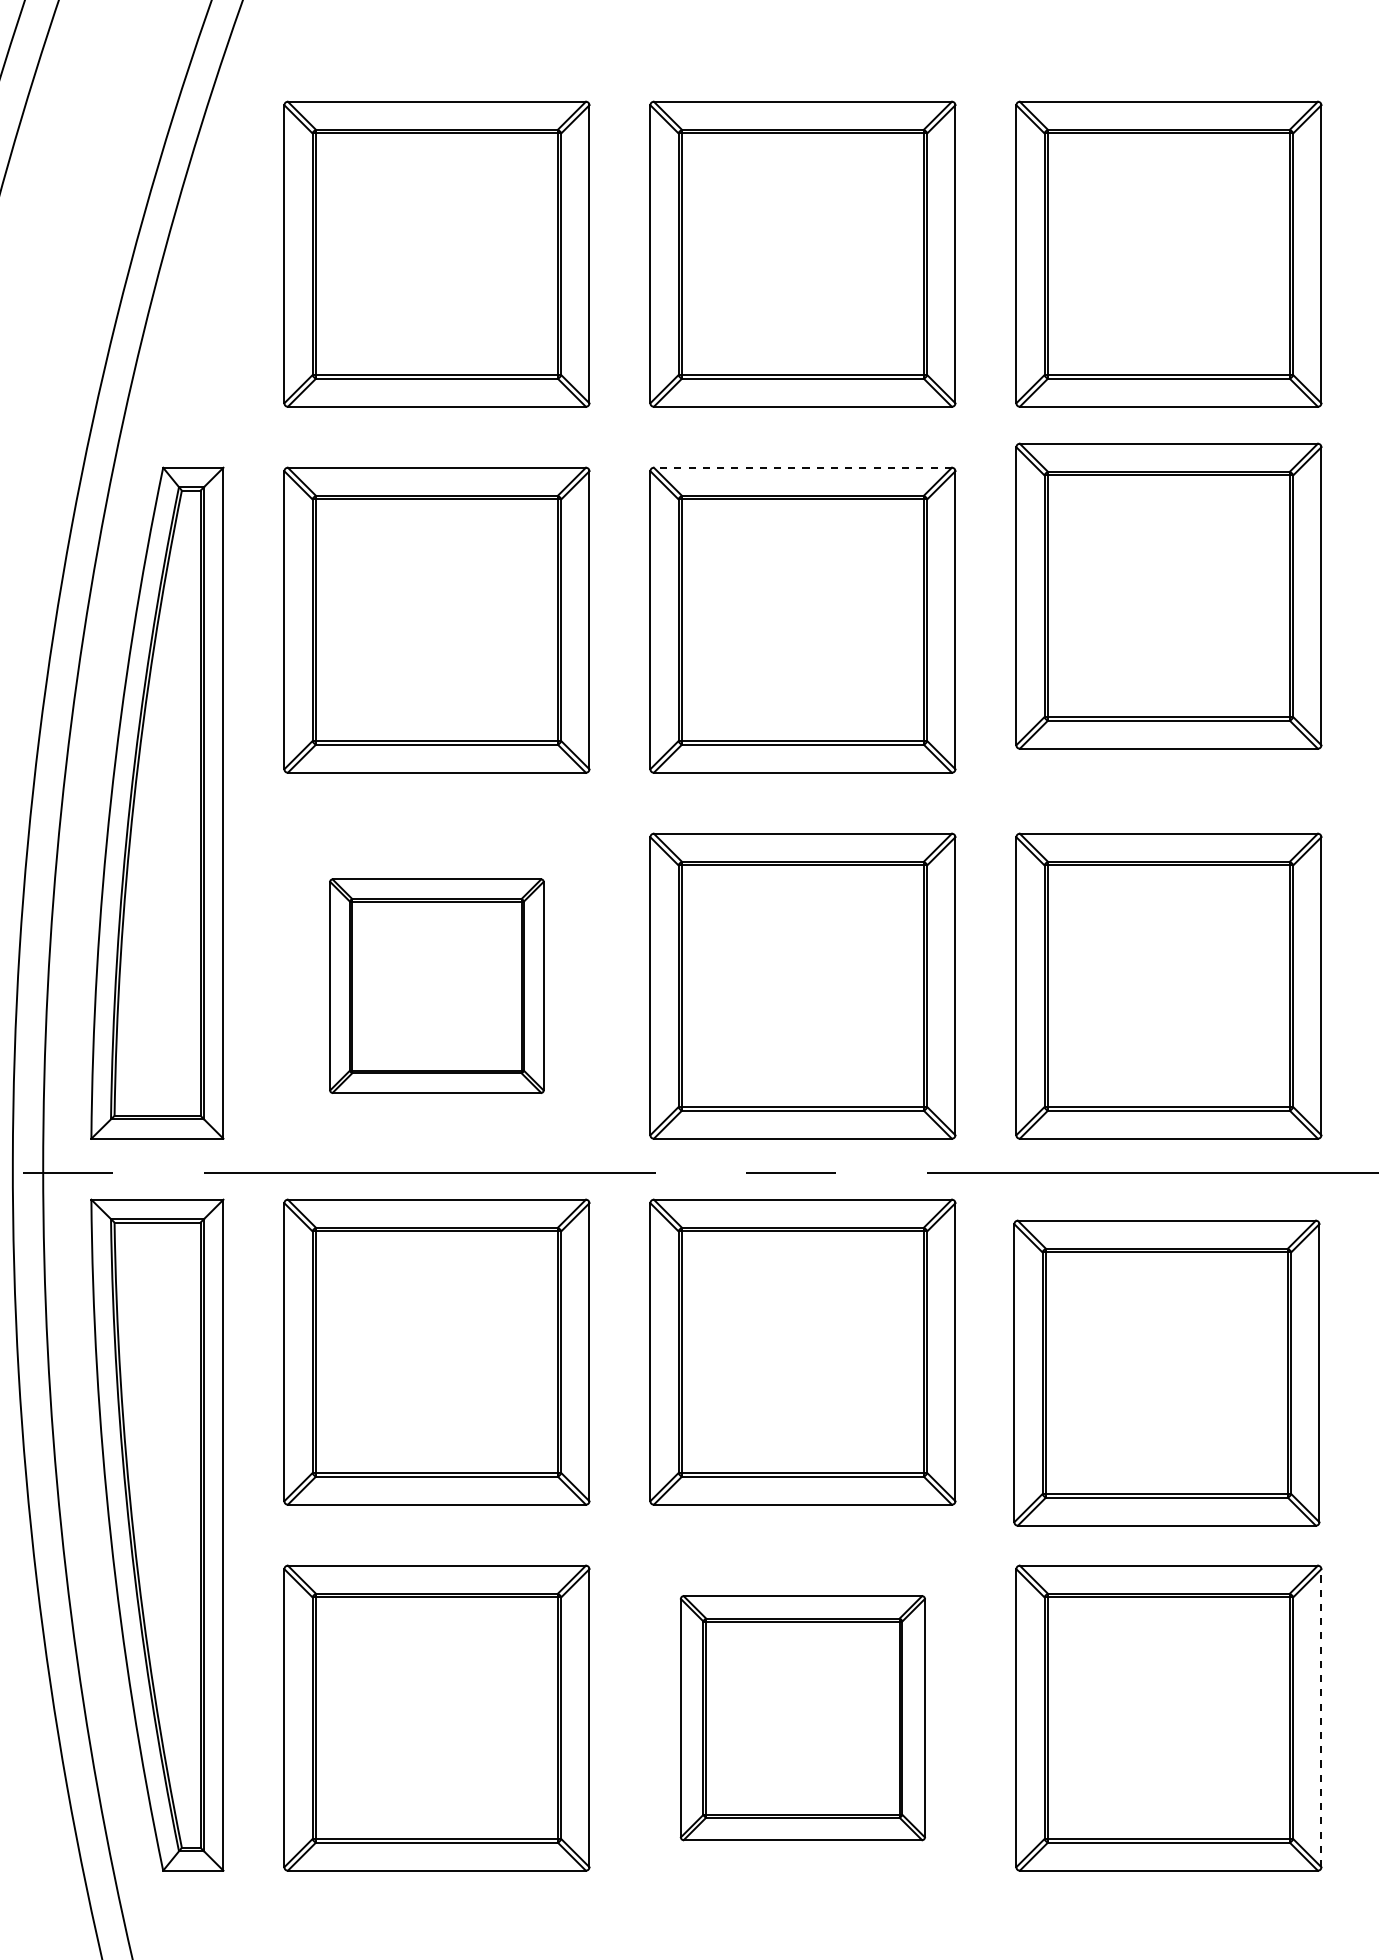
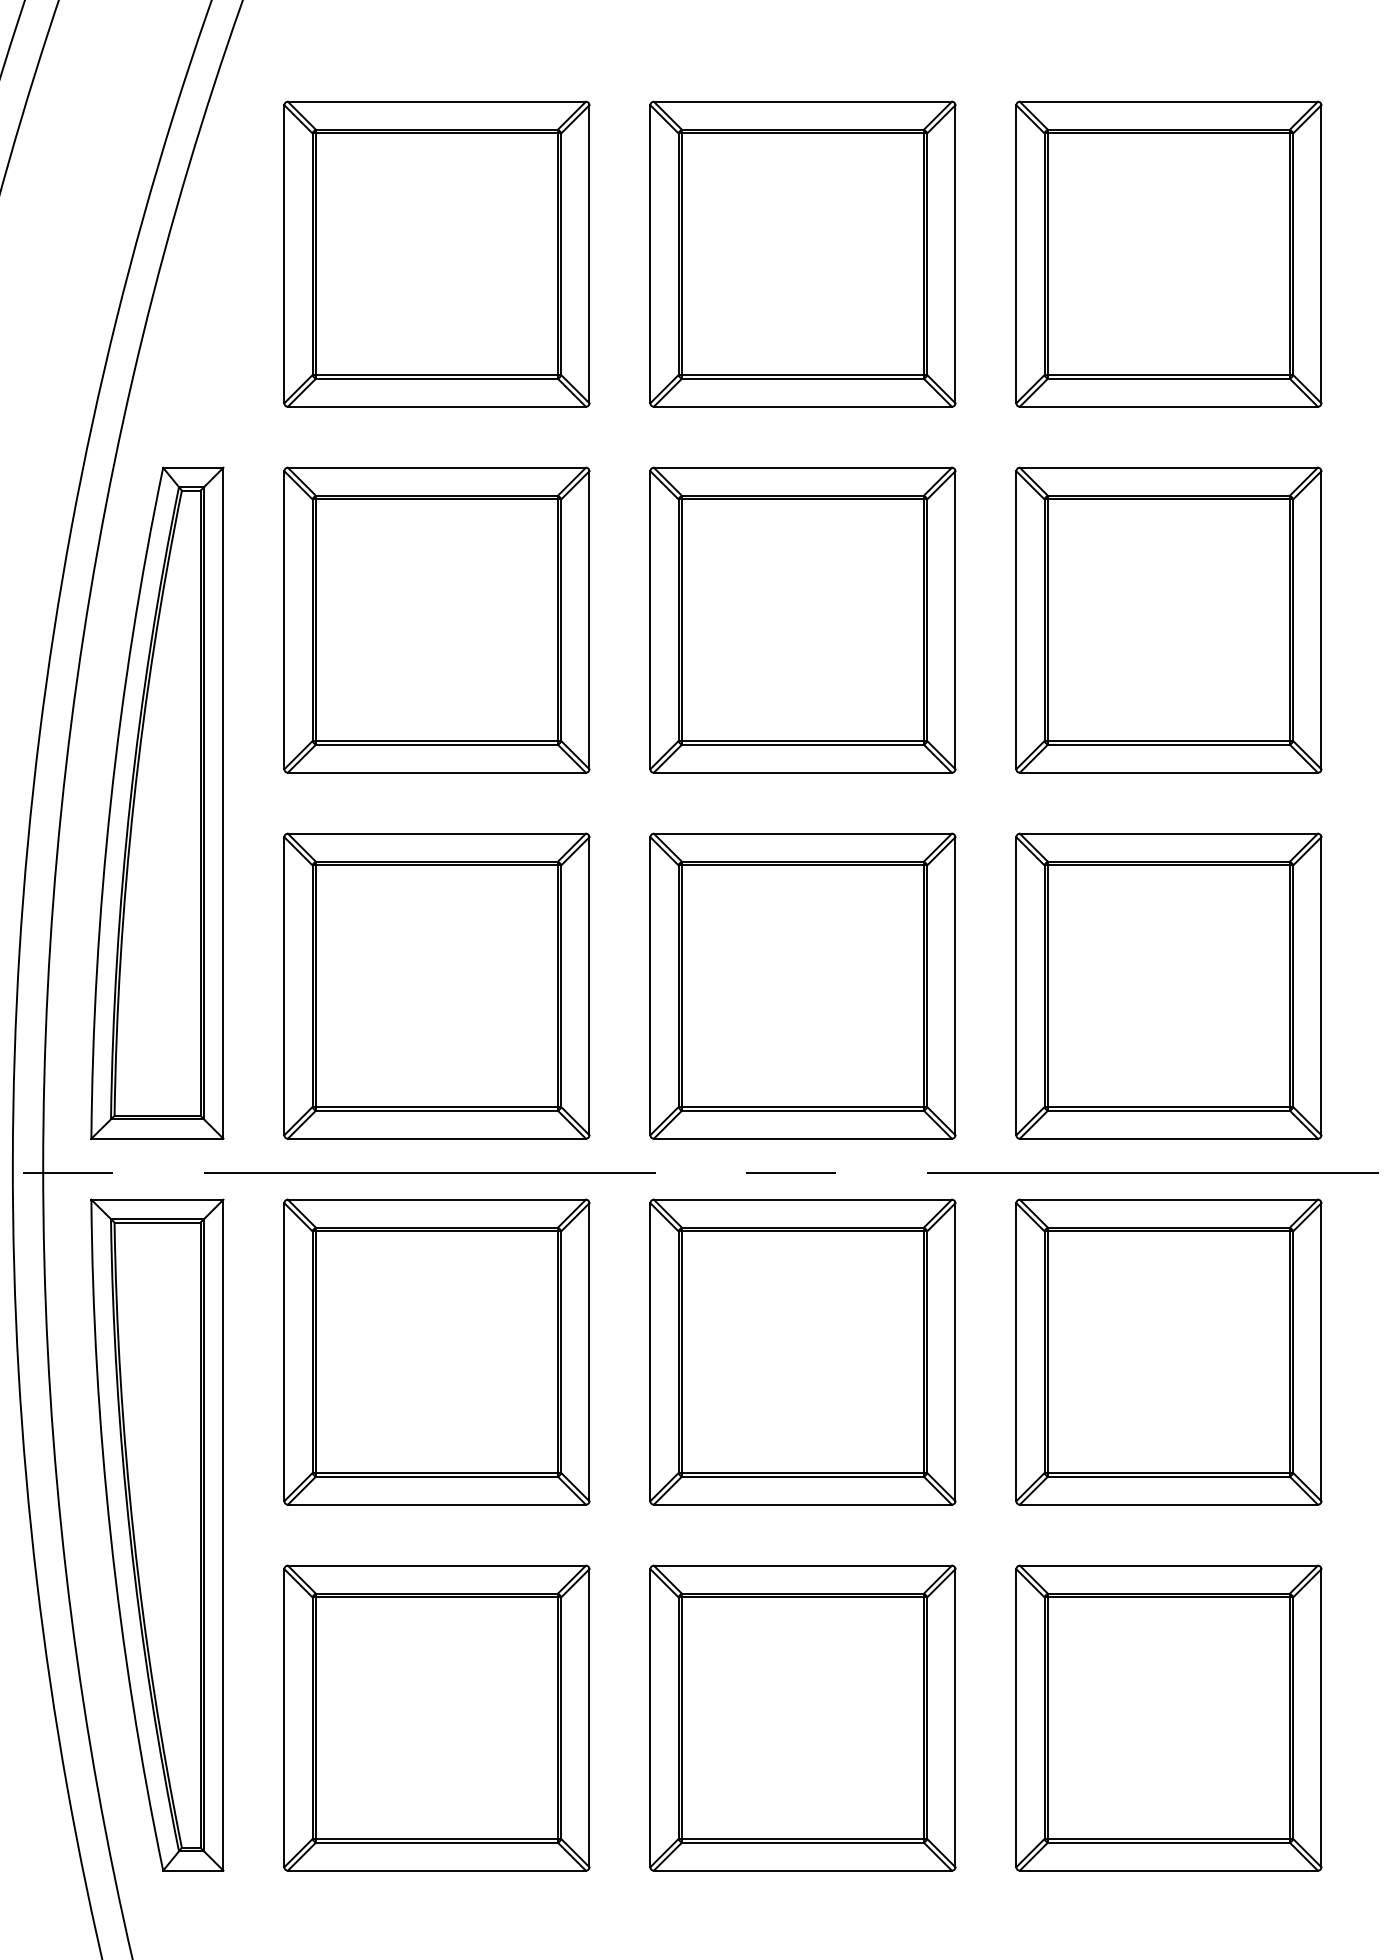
line at (802, 467): dashed -> solid
part at (1168, 595) position: (1168, 595) -> (1168, 619)
part at (436, 985) size: 216x216 px -> 308x308 px
part at (1166, 1372) position: (1166, 1372) -> (1168, 1351)
part at (802, 1718) size: 247x247 px -> 308x308 px
line at (1321, 1718): dashed -> solid
